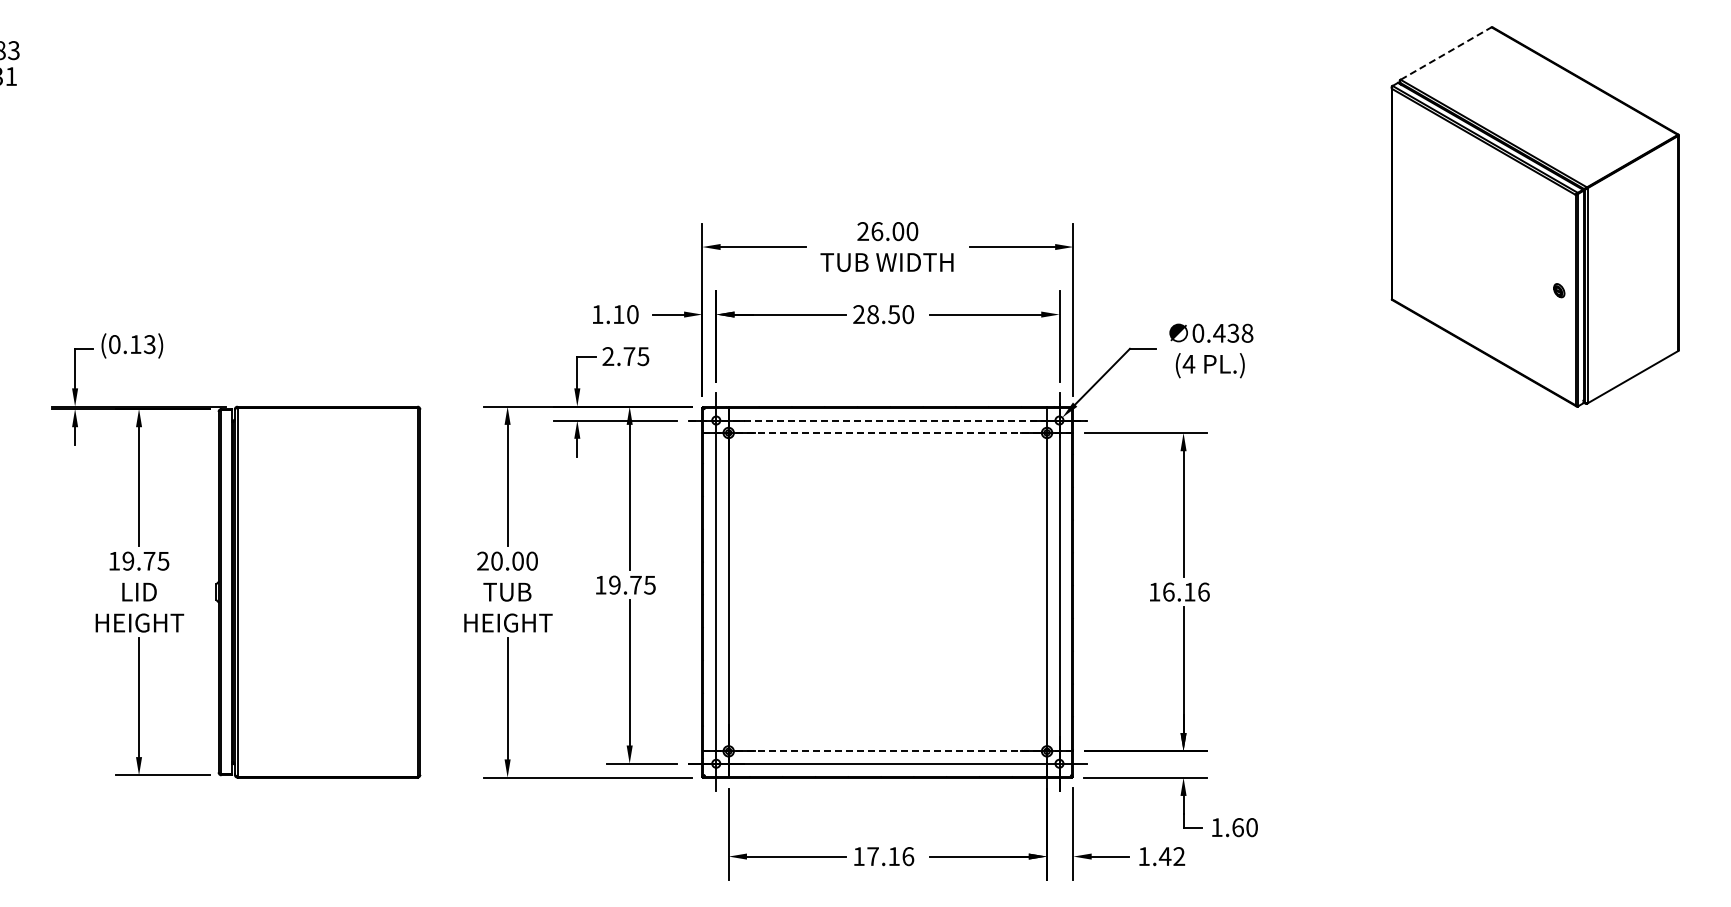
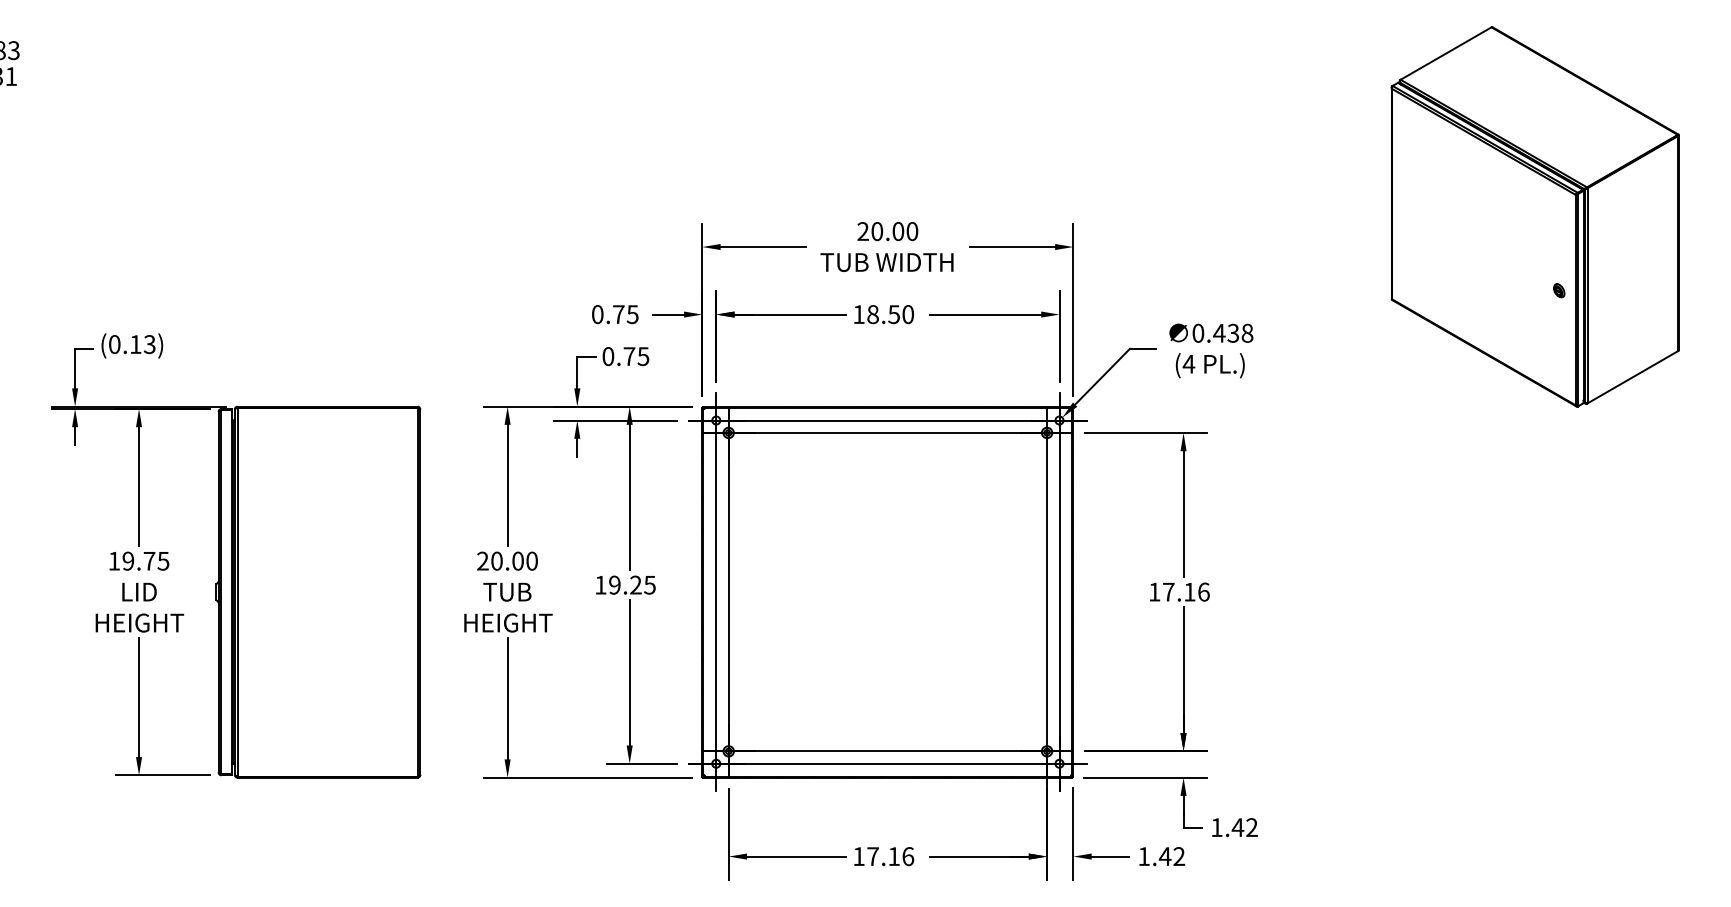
line at (1446, 53): dashed -> solid
text at (877, 231): 26.00 -> 20.00
text at (615, 314): 1.10 -> 0.75
text at (858, 314): 28.50 -> 18.50
text at (608, 356): 2.75 -> 0.75
line at (887, 420): dashed -> solid
line at (888, 432): dashed -> solid
text at (635, 584): 19.75 -> 19.25
text at (1168, 591): 16.16 -> 17.16
line at (887, 751): dashed -> solid
text at (1244, 827): 1.60 -> 1.42
